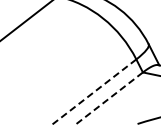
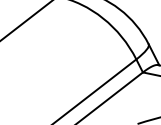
line at (93, 92): dashed -> solid
line at (109, 98): dashed -> solid
